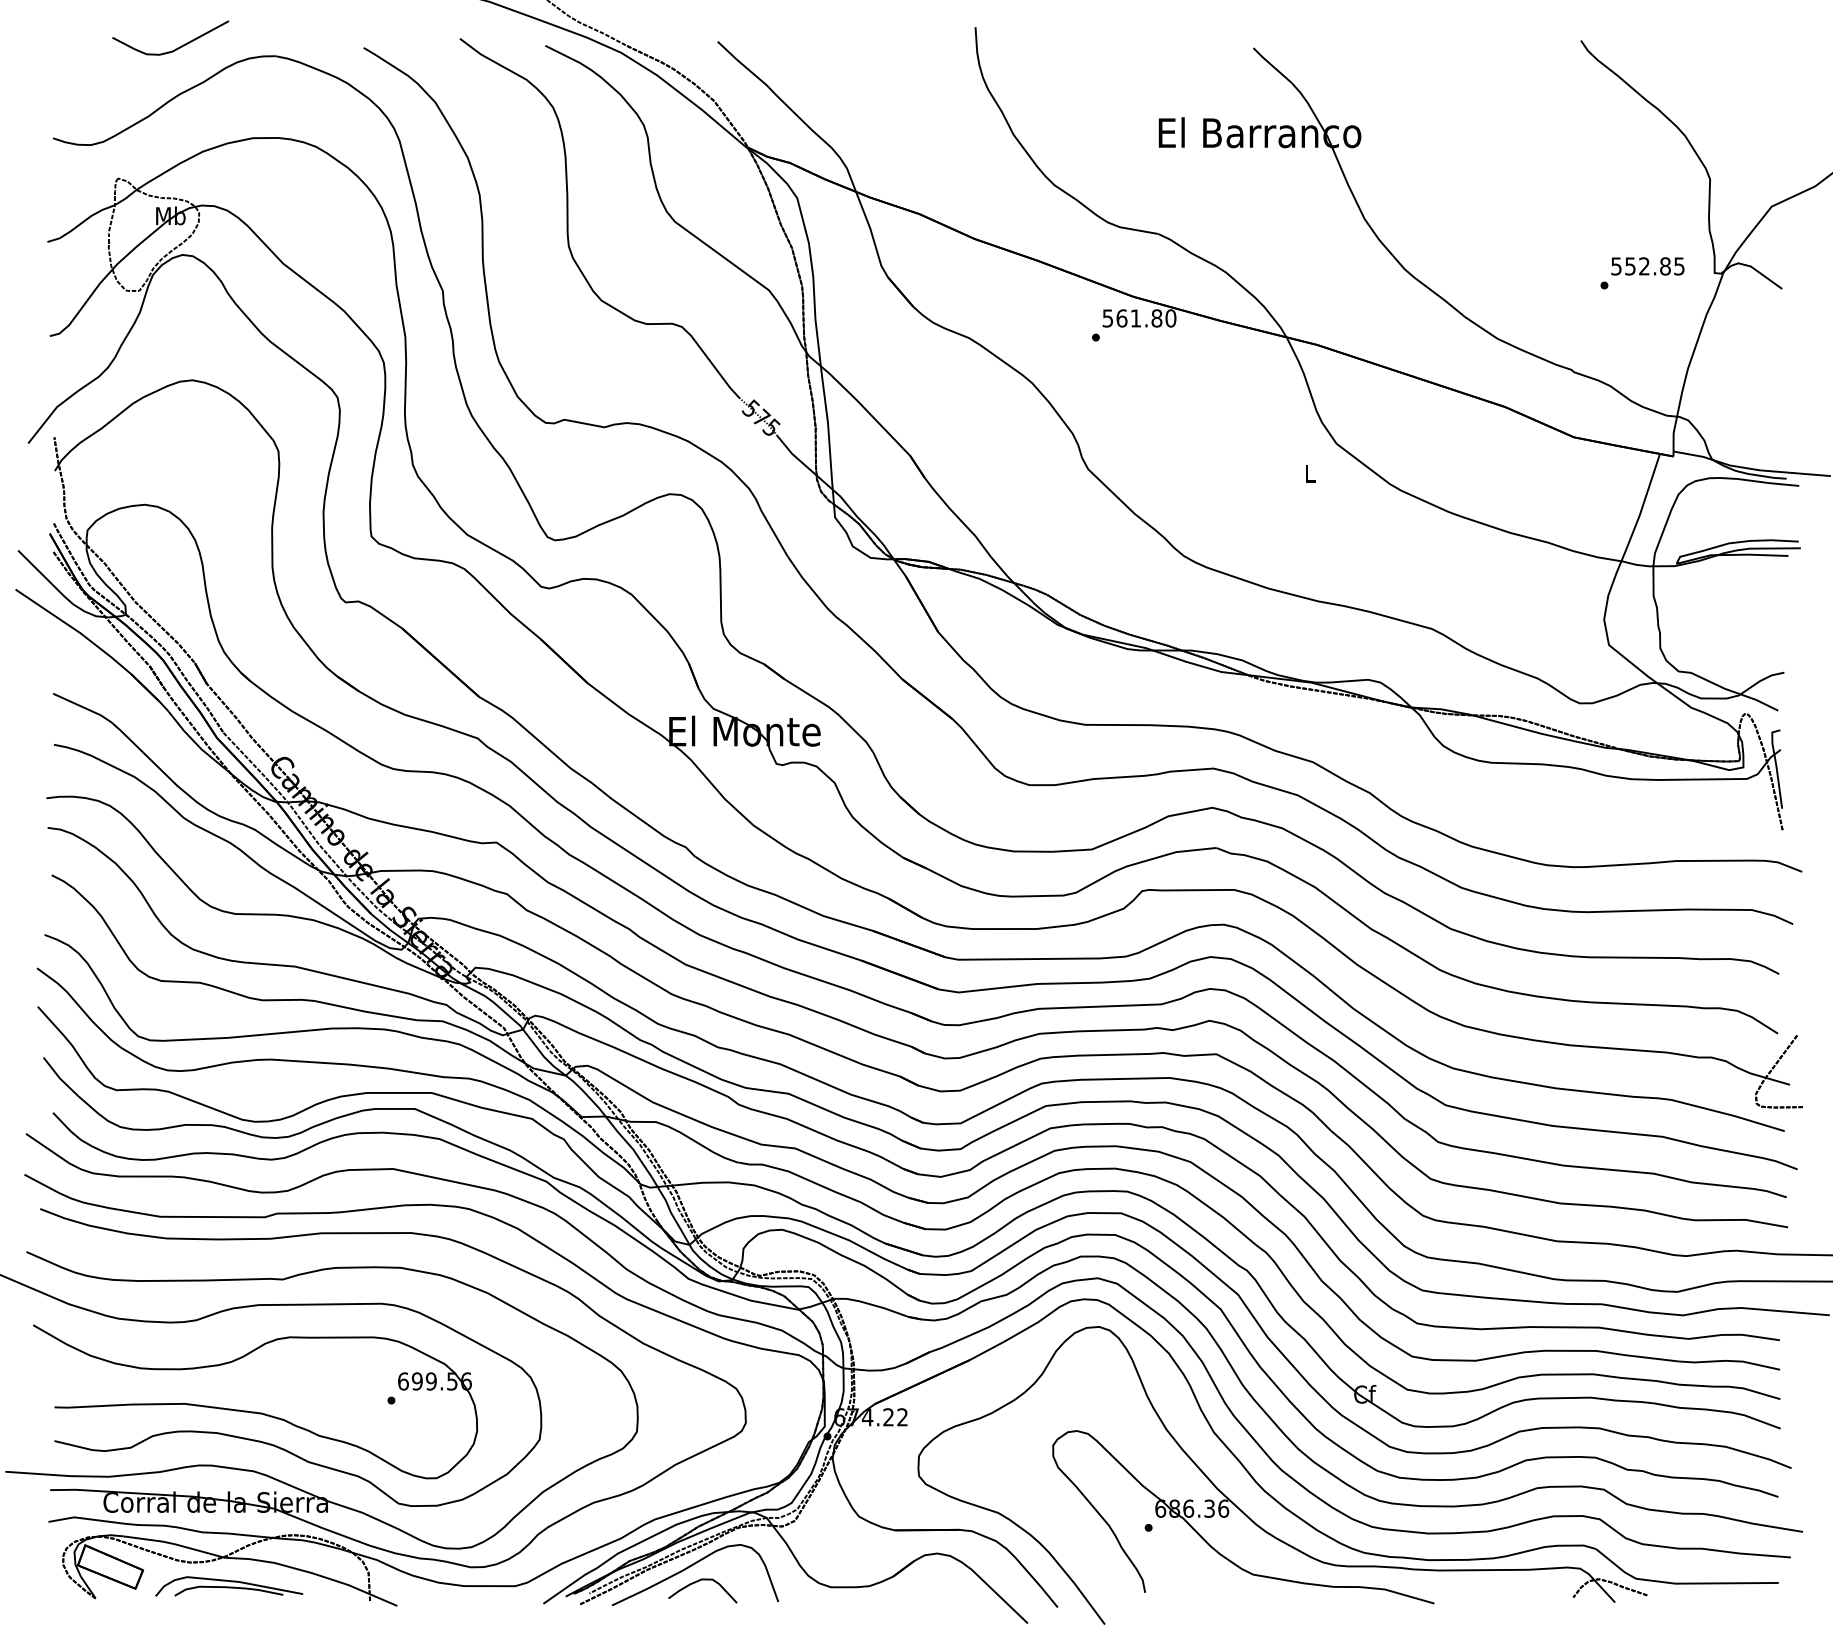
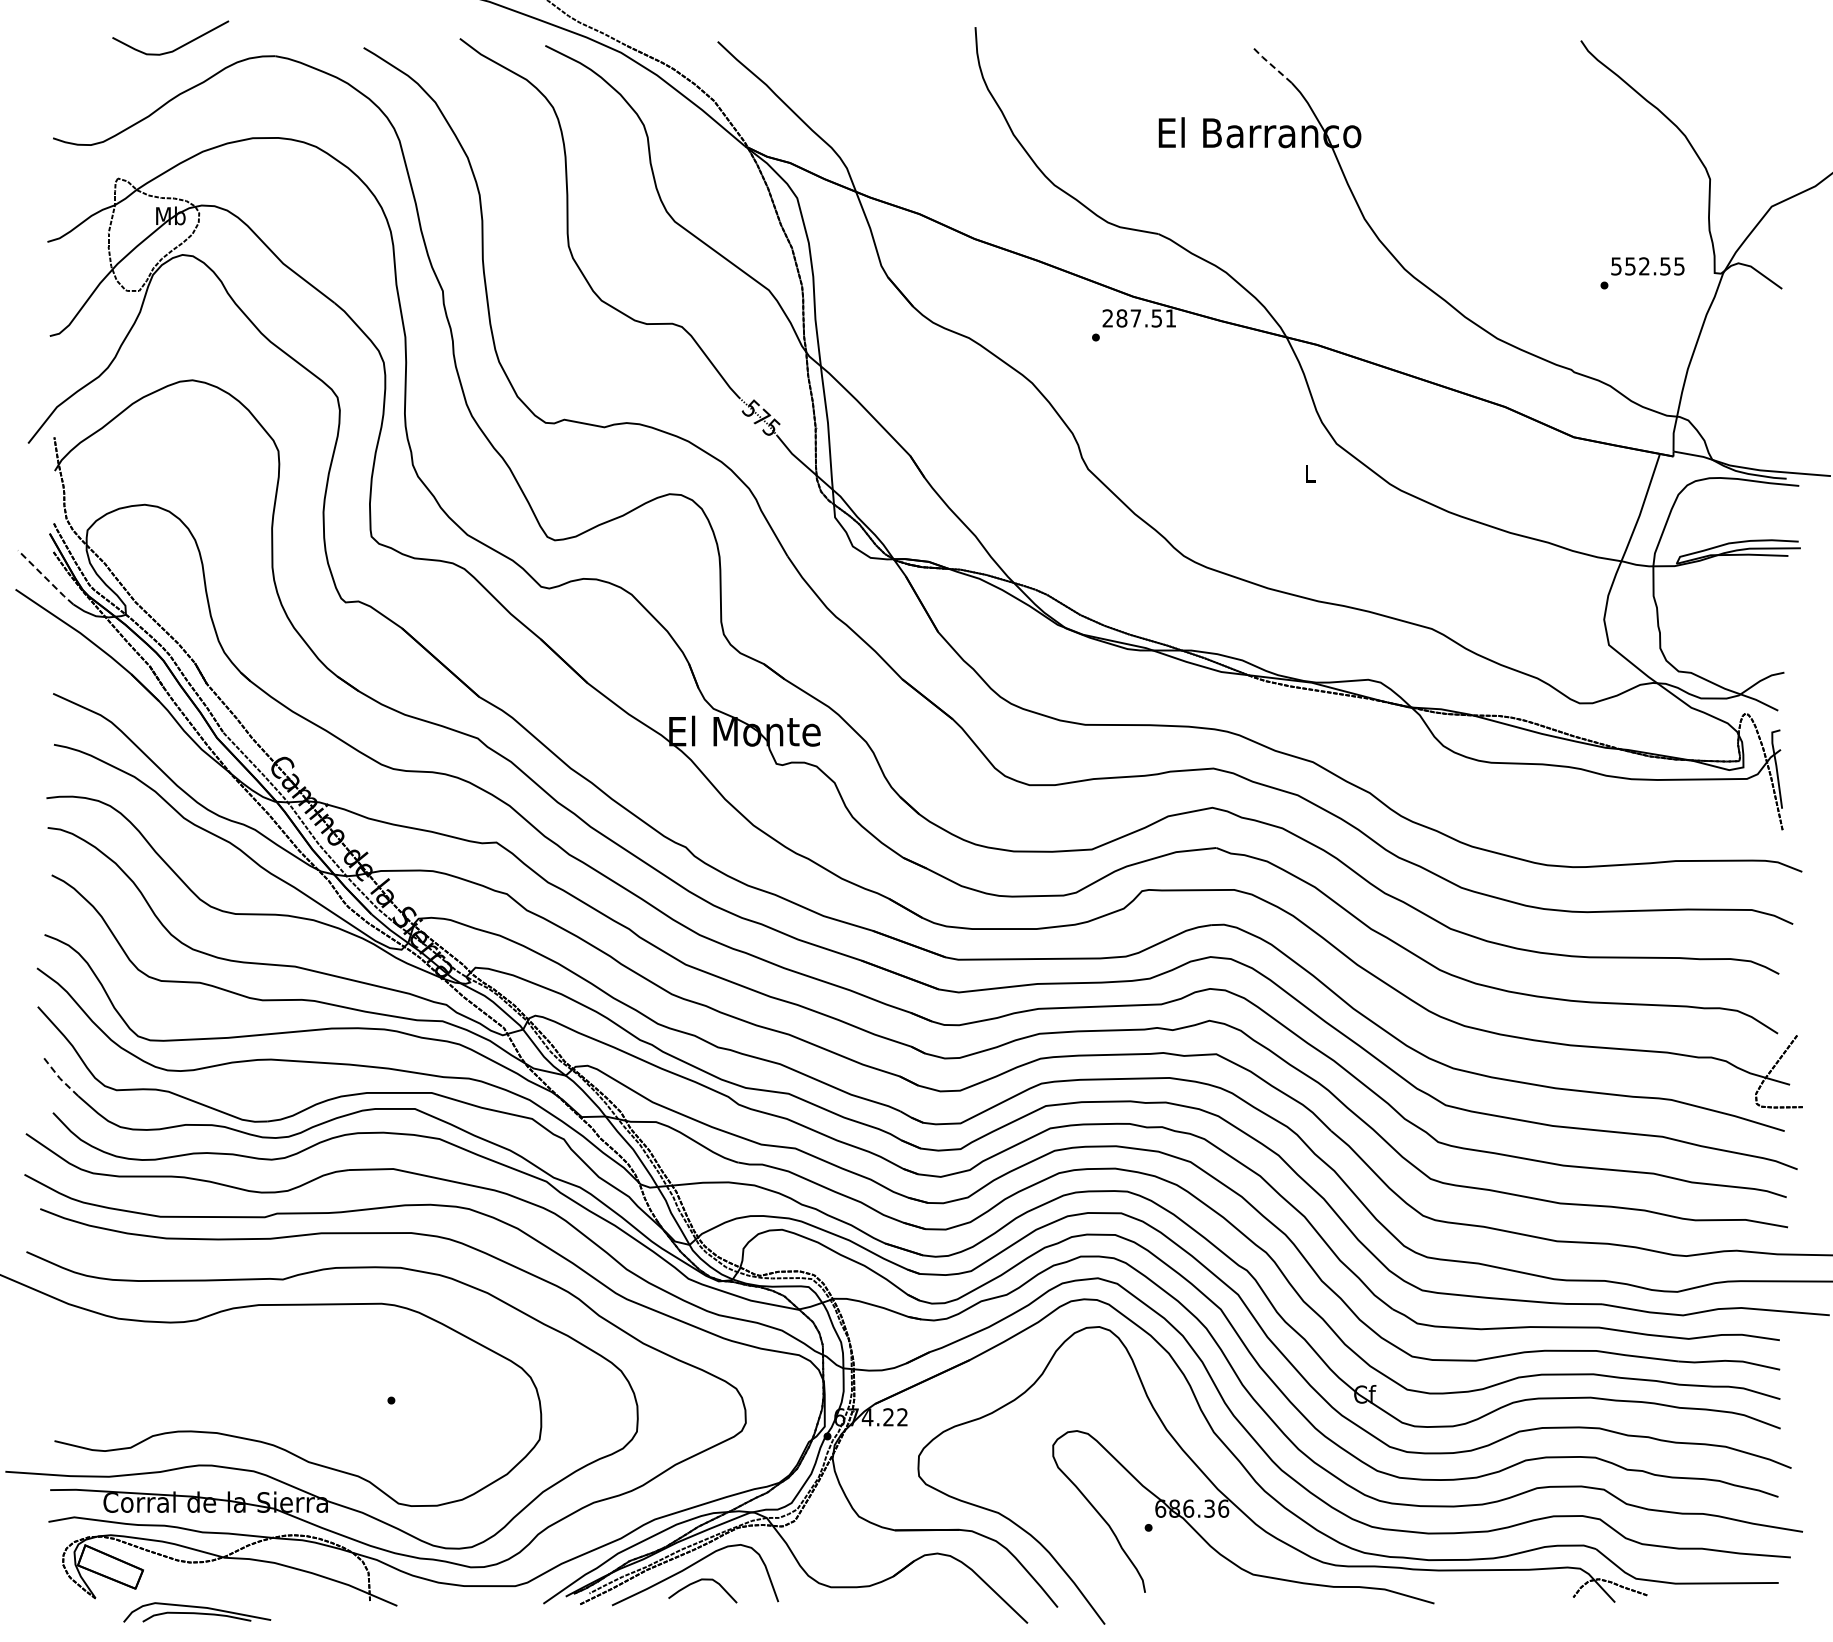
line at (1271, 65): solid -> dashed
text at (1665, 266): 552.85 -> 552.55
text at (1139, 318): 561.80 -> 287.51
line at (45, 577): solid -> dashed
line at (59, 1078): solid -> dashed
part at (255, 1411): present -> none
part at (229, 1586) position: (229, 1586) -> (197, 1612)
